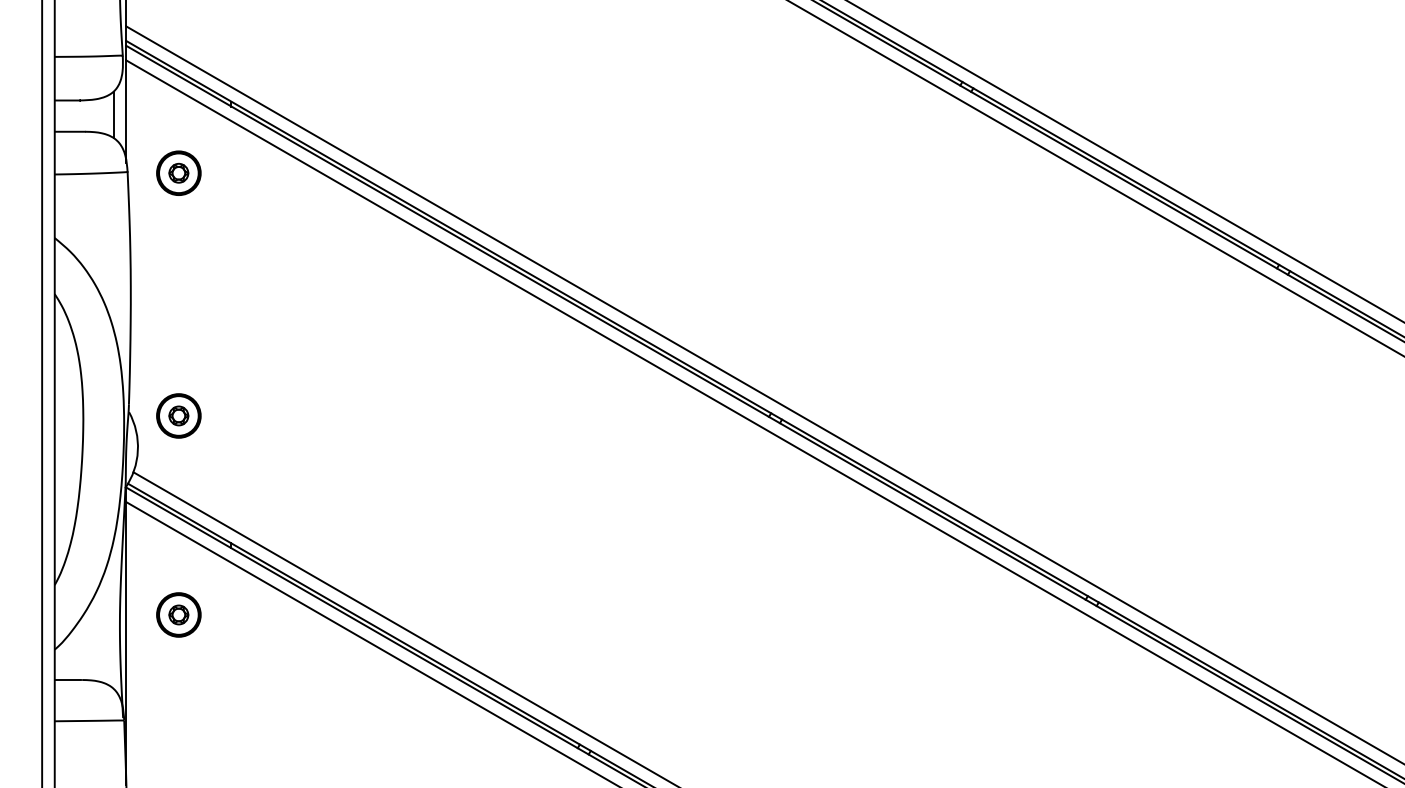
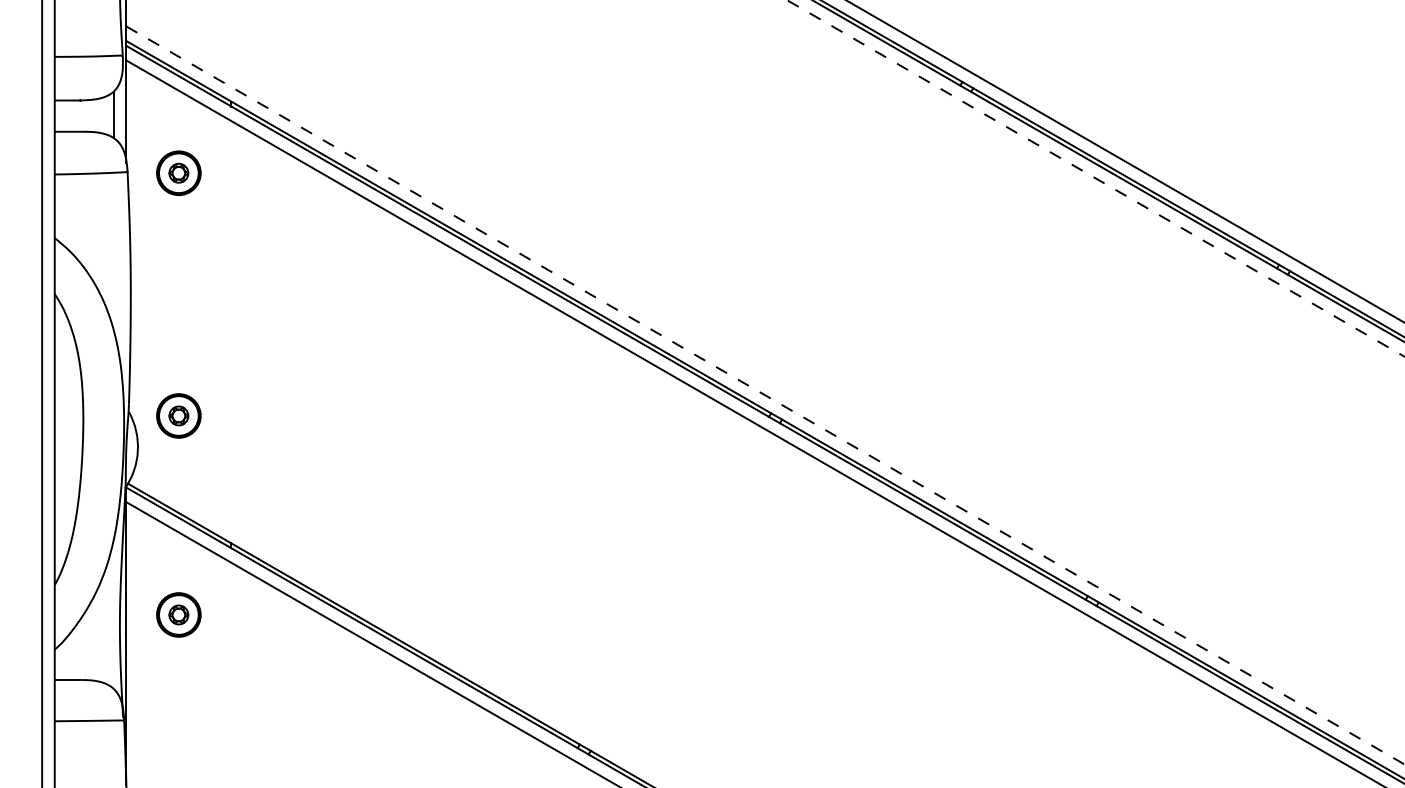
line at (1095, 178): solid -> dashed
line at (765, 395): solid -> dashed
line at (403, 628): present -> none
